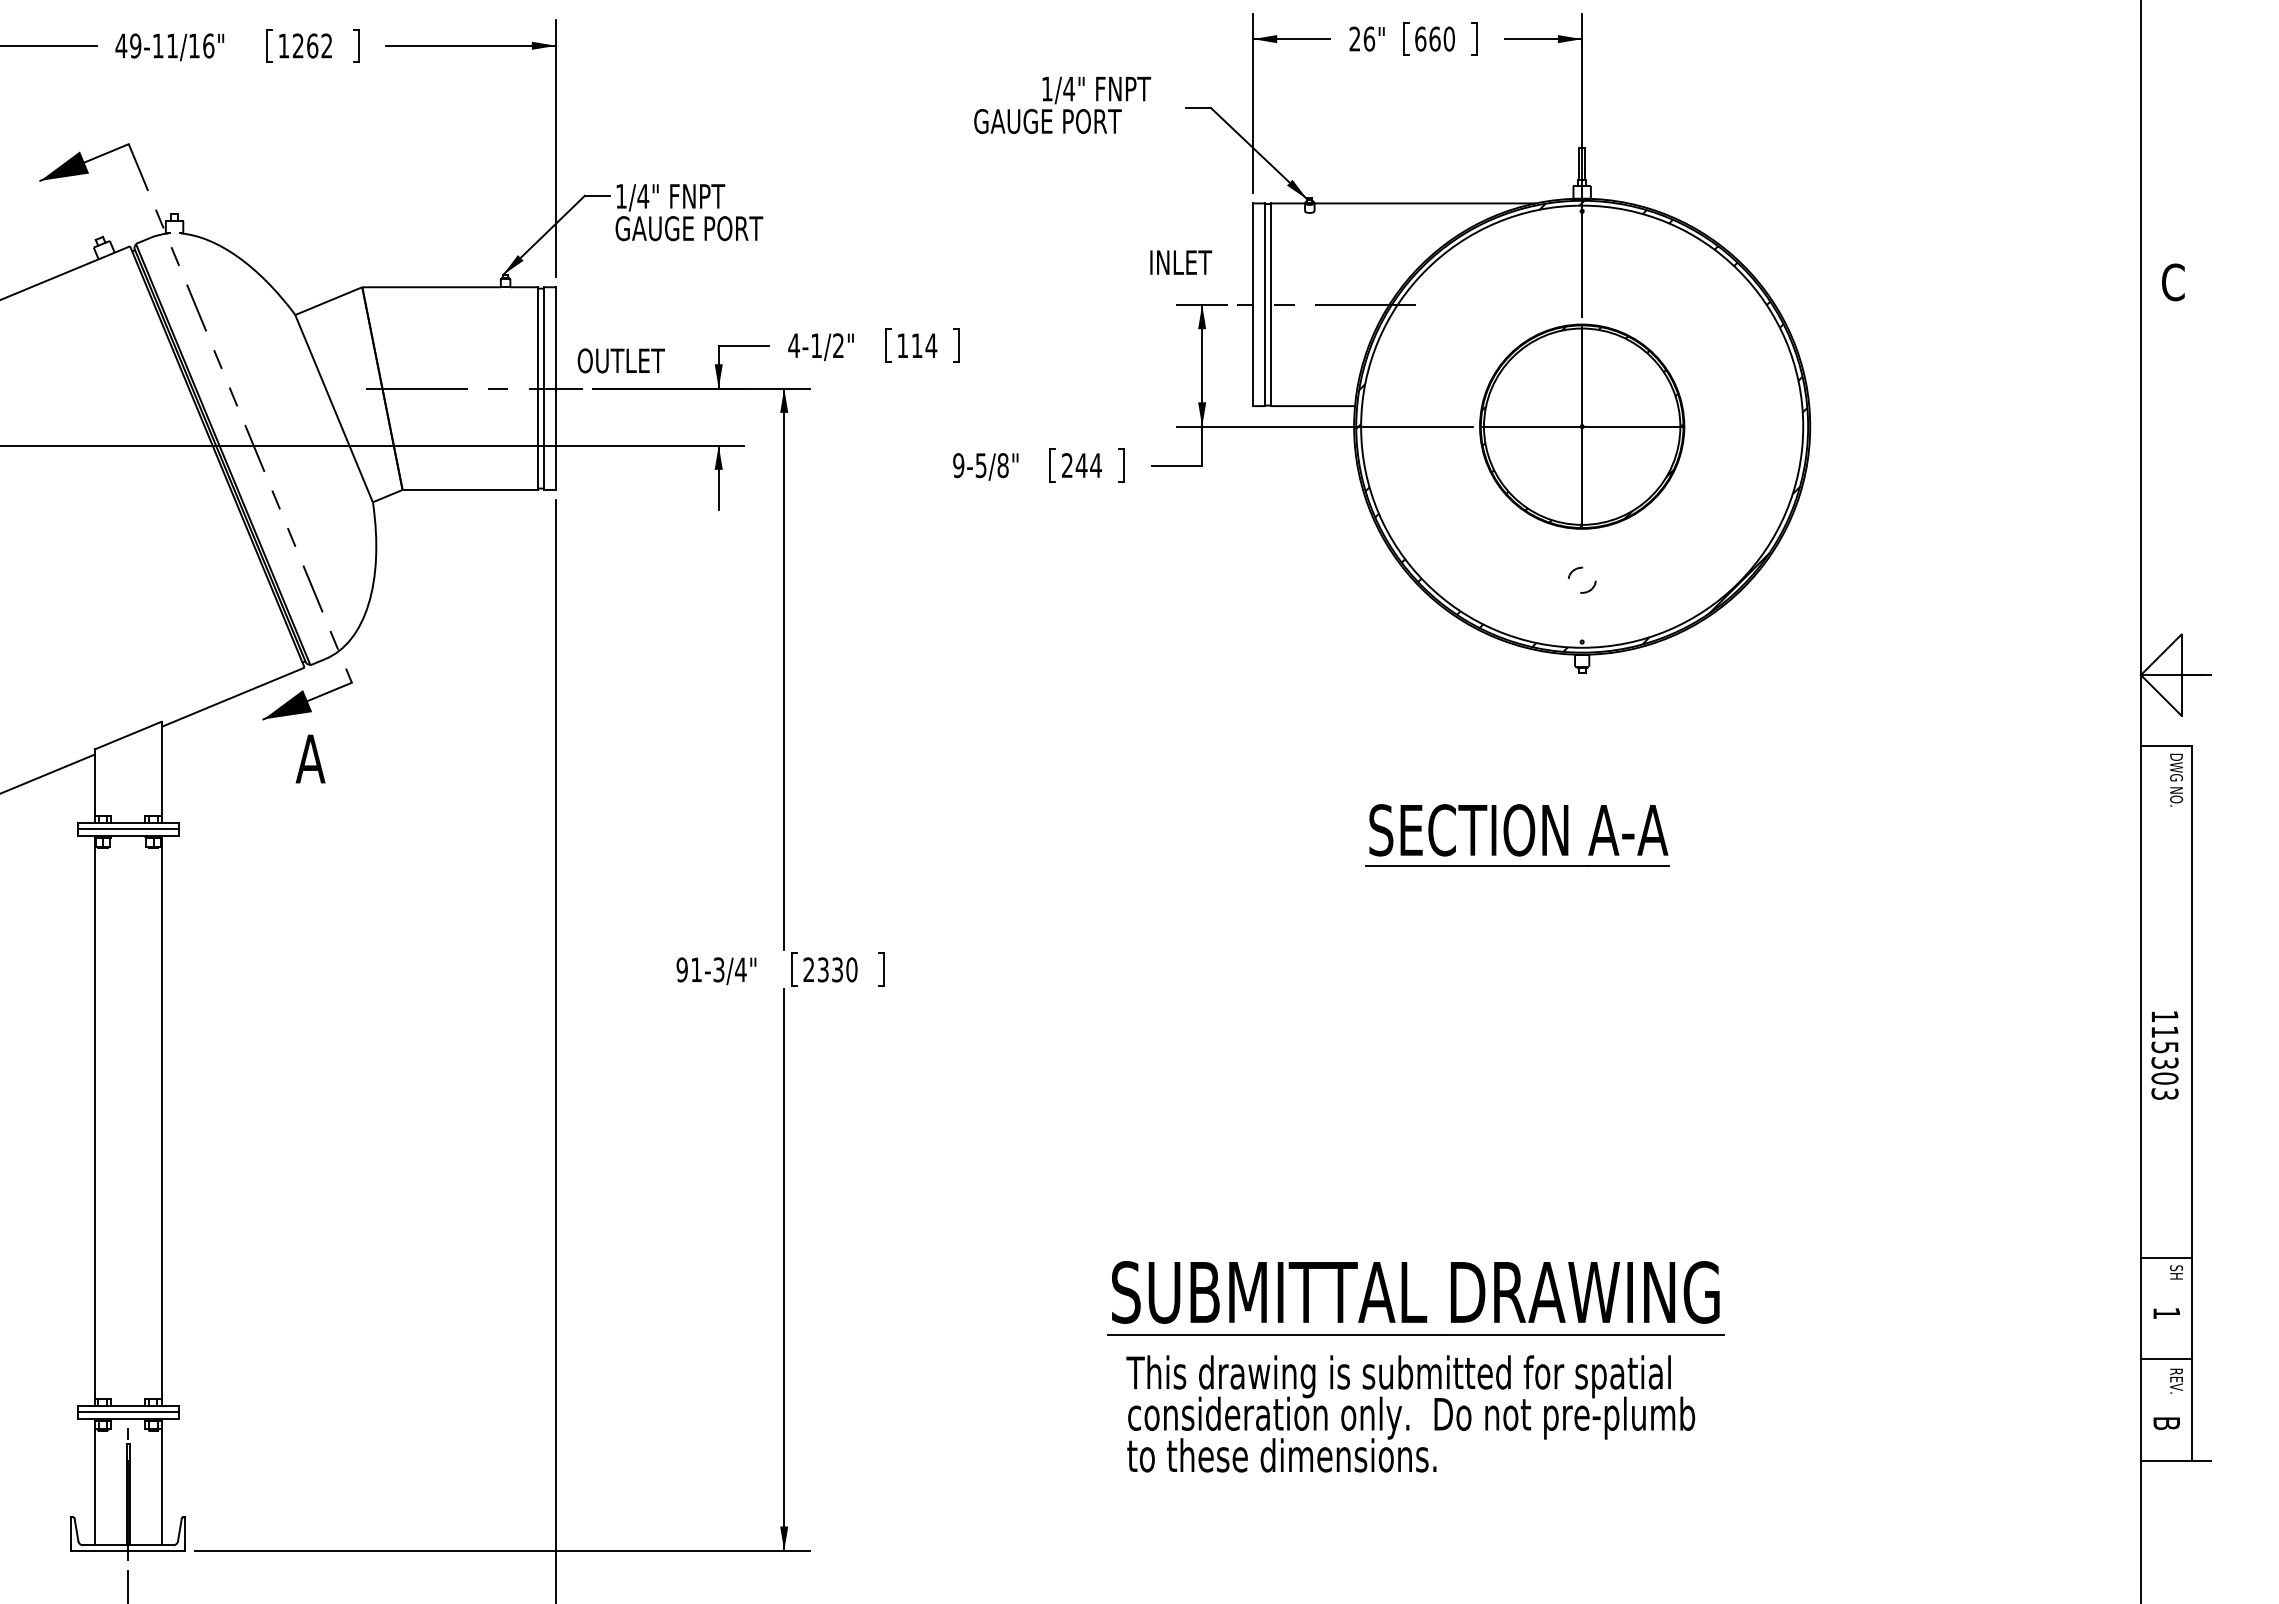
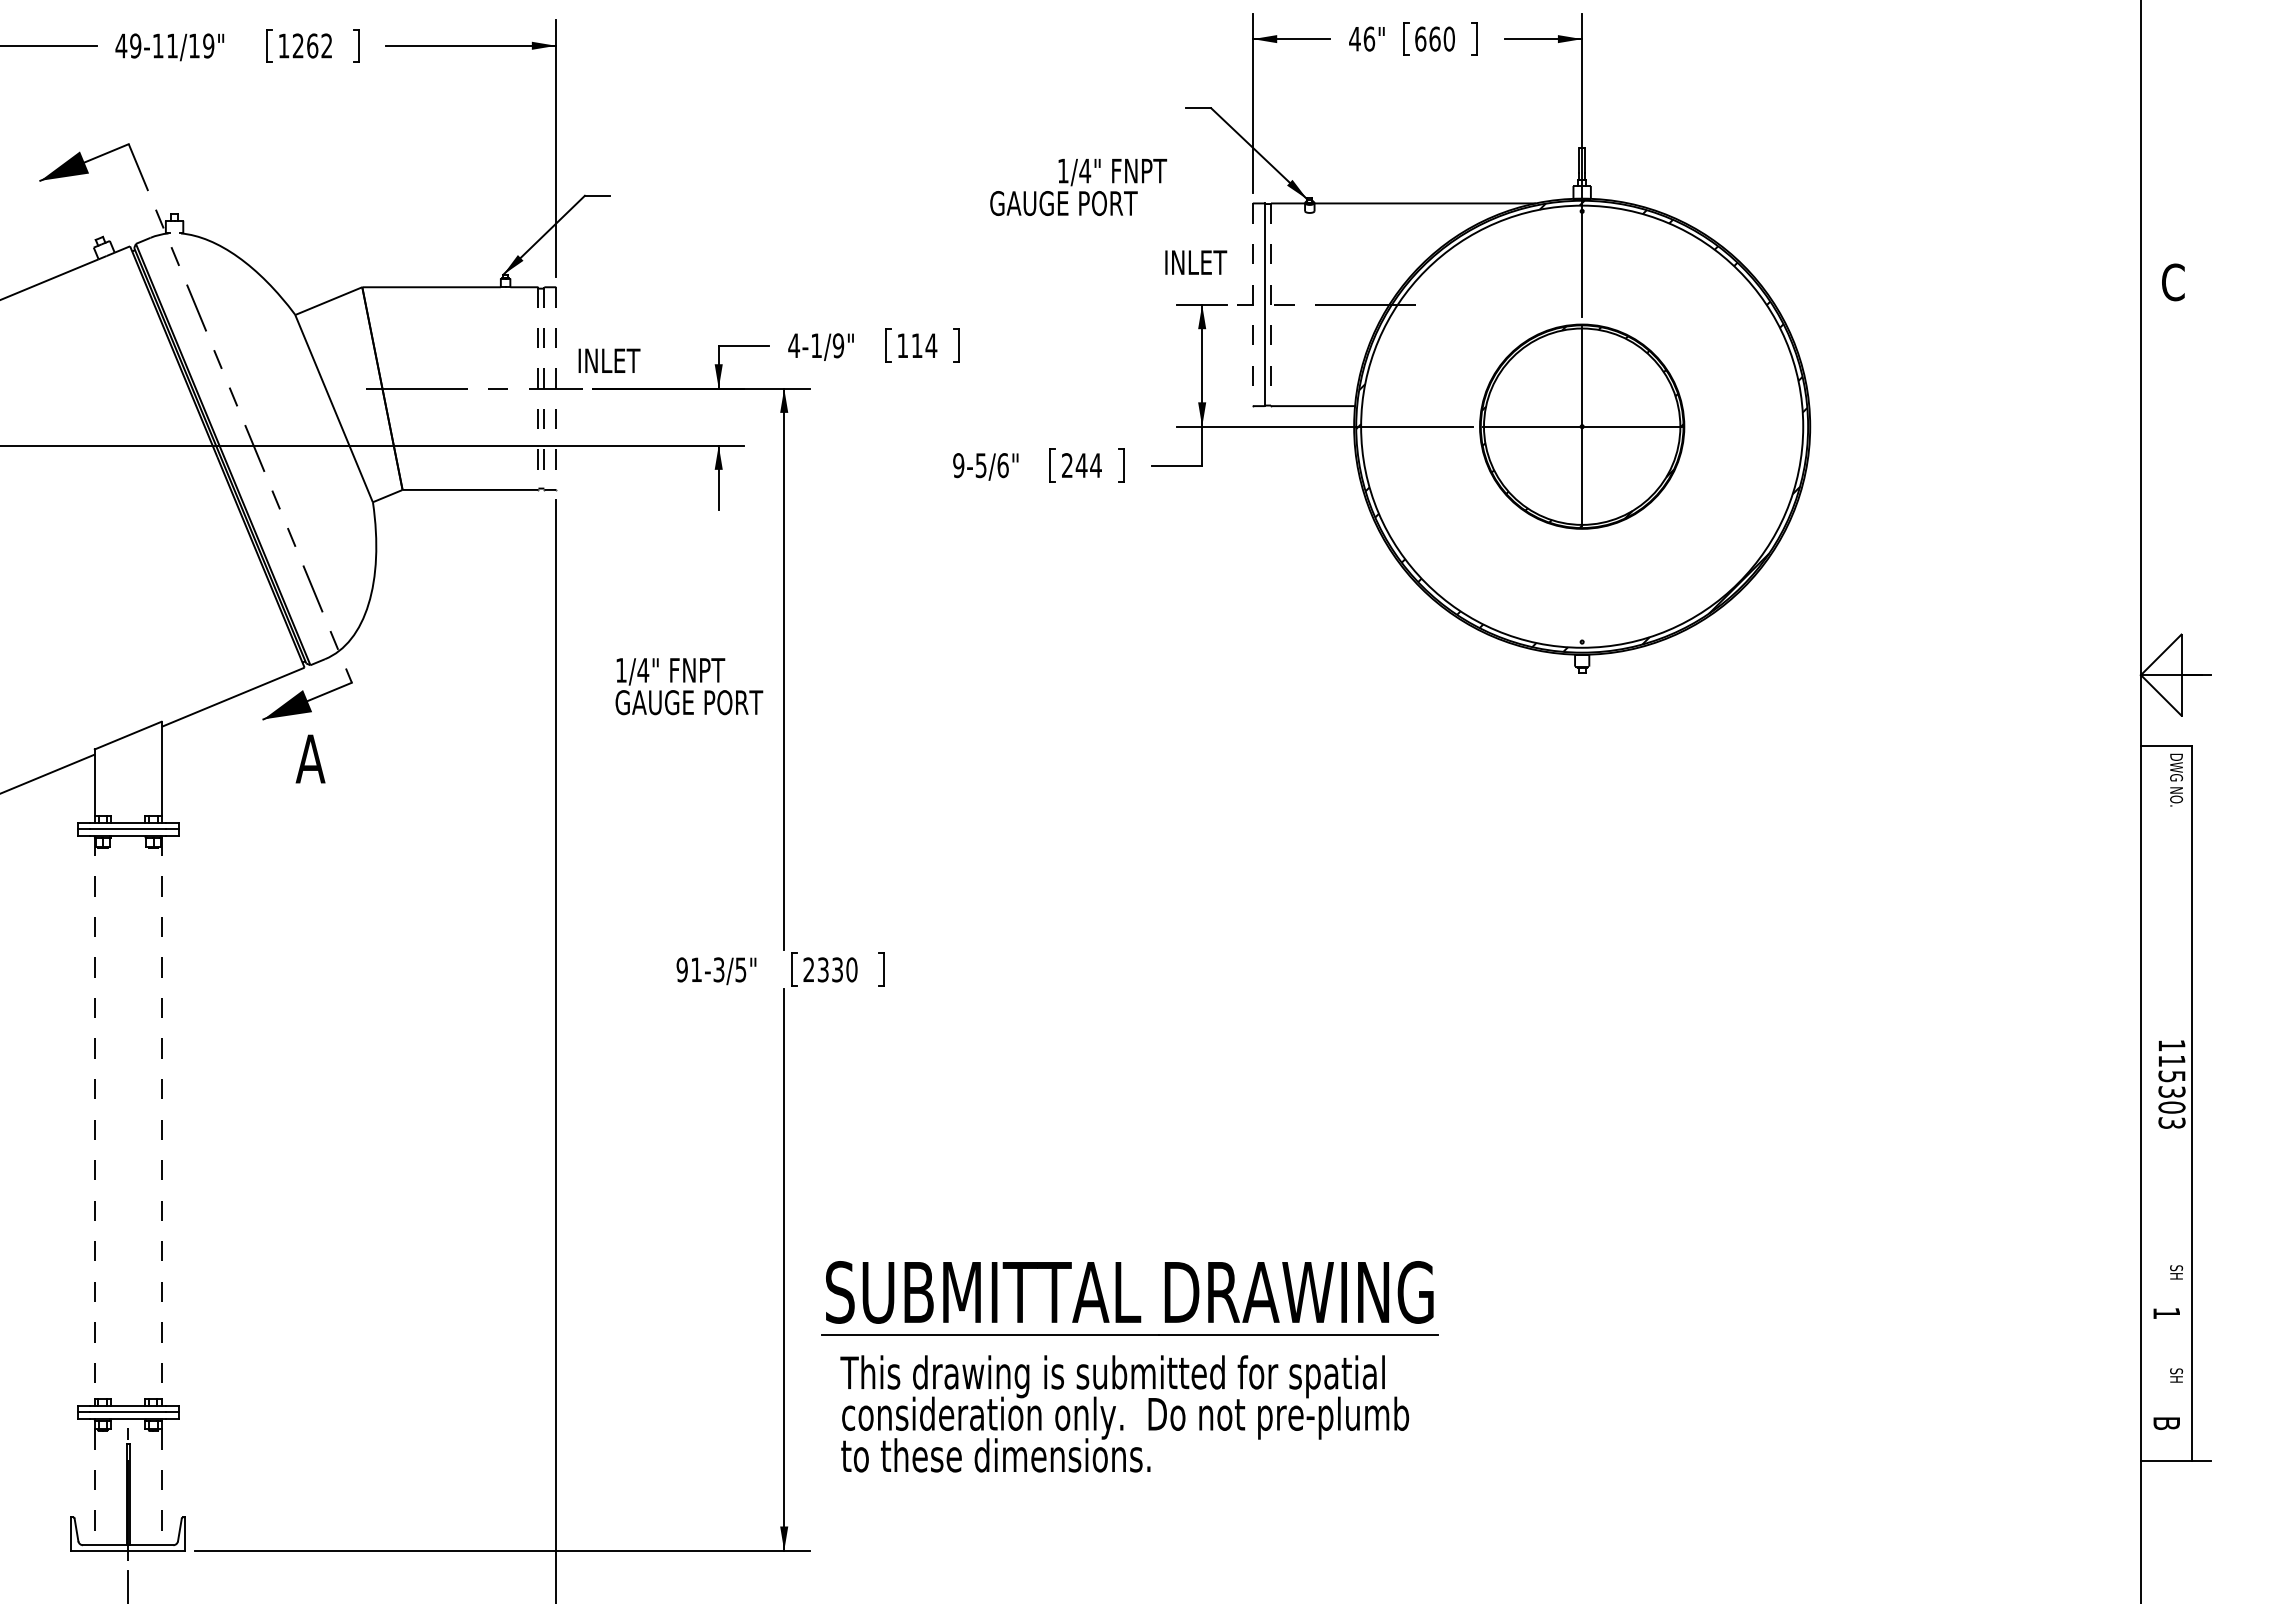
text at (1354, 38): 26" -> 46"
text at (208, 45): 49-11/16" -> 49-11/19"
text at (1062, 105) position: (1062, 105) -> (1078, 187)
text at (689, 212) position: (689, 212) -> (689, 686)
text at (1181, 262) position: (1181, 262) -> (1196, 262)
line at (1252, 305): solid -> dashed
line at (1271, 305): solid -> dashed
text at (838, 345): 4-1/2" -> 4-1/9"
text at (620, 360): OUTLET -> INLET
line at (538, 389): solid -> dashed
line at (544, 389): solid -> dashed
line at (556, 389): solid -> dashed
text at (1002, 465): 9-5/8" -> 9-5/6"
part at (1578, 569): present -> none
part at (1517, 835): present -> none
text at (740, 969): 91-3/4" -> 91-3/5"
text at (2164, 1055) position: (2164, 1055) -> (2171, 1084)
line at (94, 1117): solid -> dashed
line at (161, 1117): solid -> dashed
line at (2165, 1257): present -> none
line at (2165, 1359): present -> none
part at (1415, 1366) position: (1415, 1366) -> (1129, 1366)
text at (2176, 1380): REV. -> SH
line at (94, 1487): solid -> dashed
line at (161, 1487): solid -> dashed
